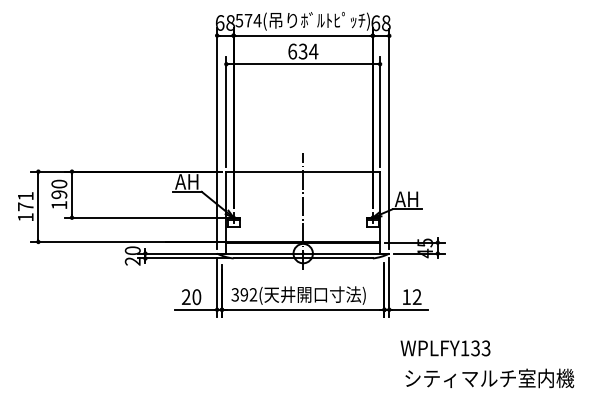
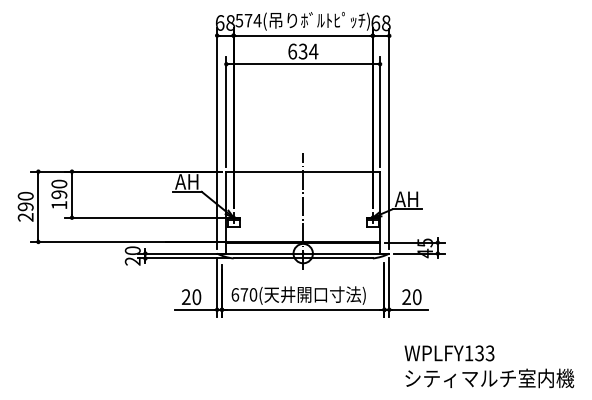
text at (25, 206): 171 -> 290
text at (244, 294): 392( -> 670(
text at (411, 297): 12 -> 20
text at (445, 348) position: (445, 348) -> (449, 353)
